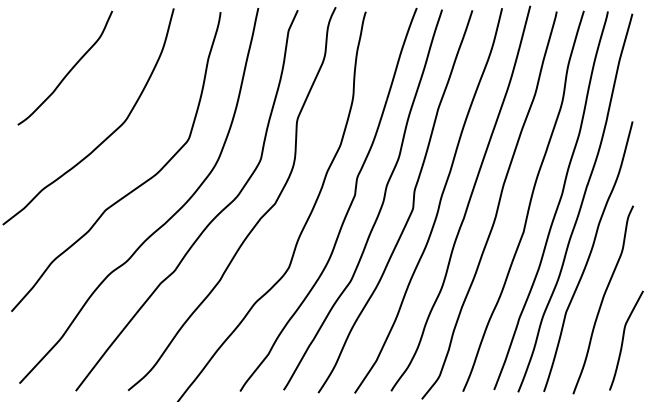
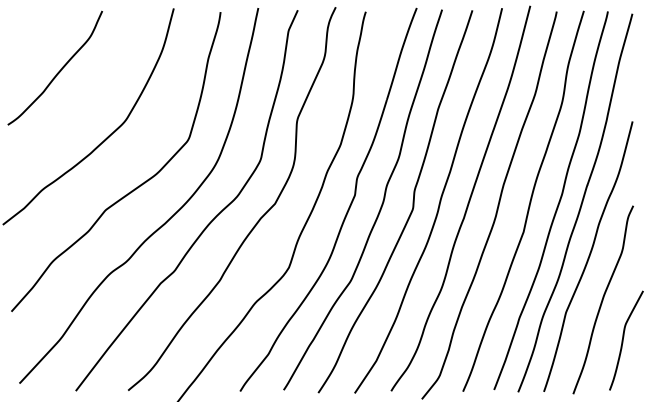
curve at (68, 71) position: (68, 71) -> (58, 71)
